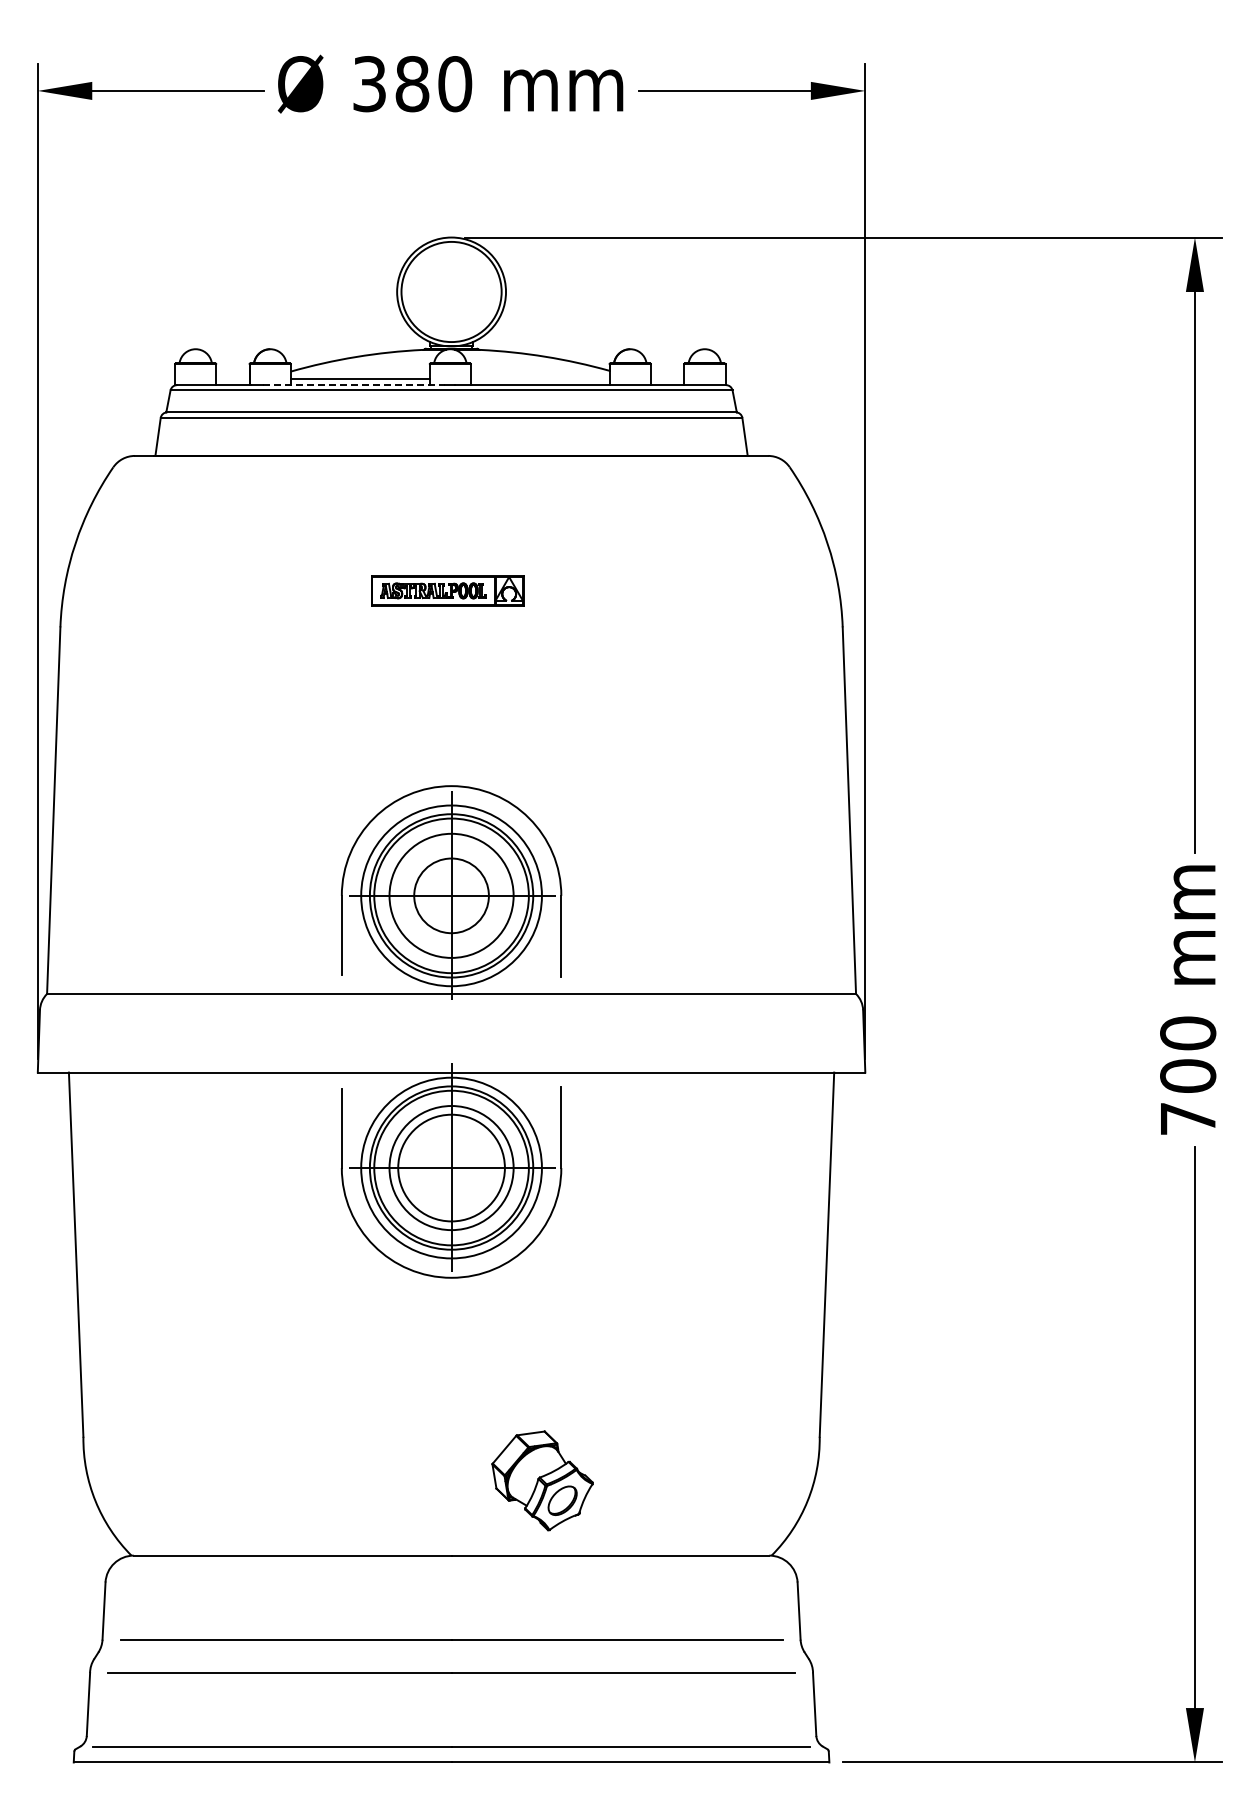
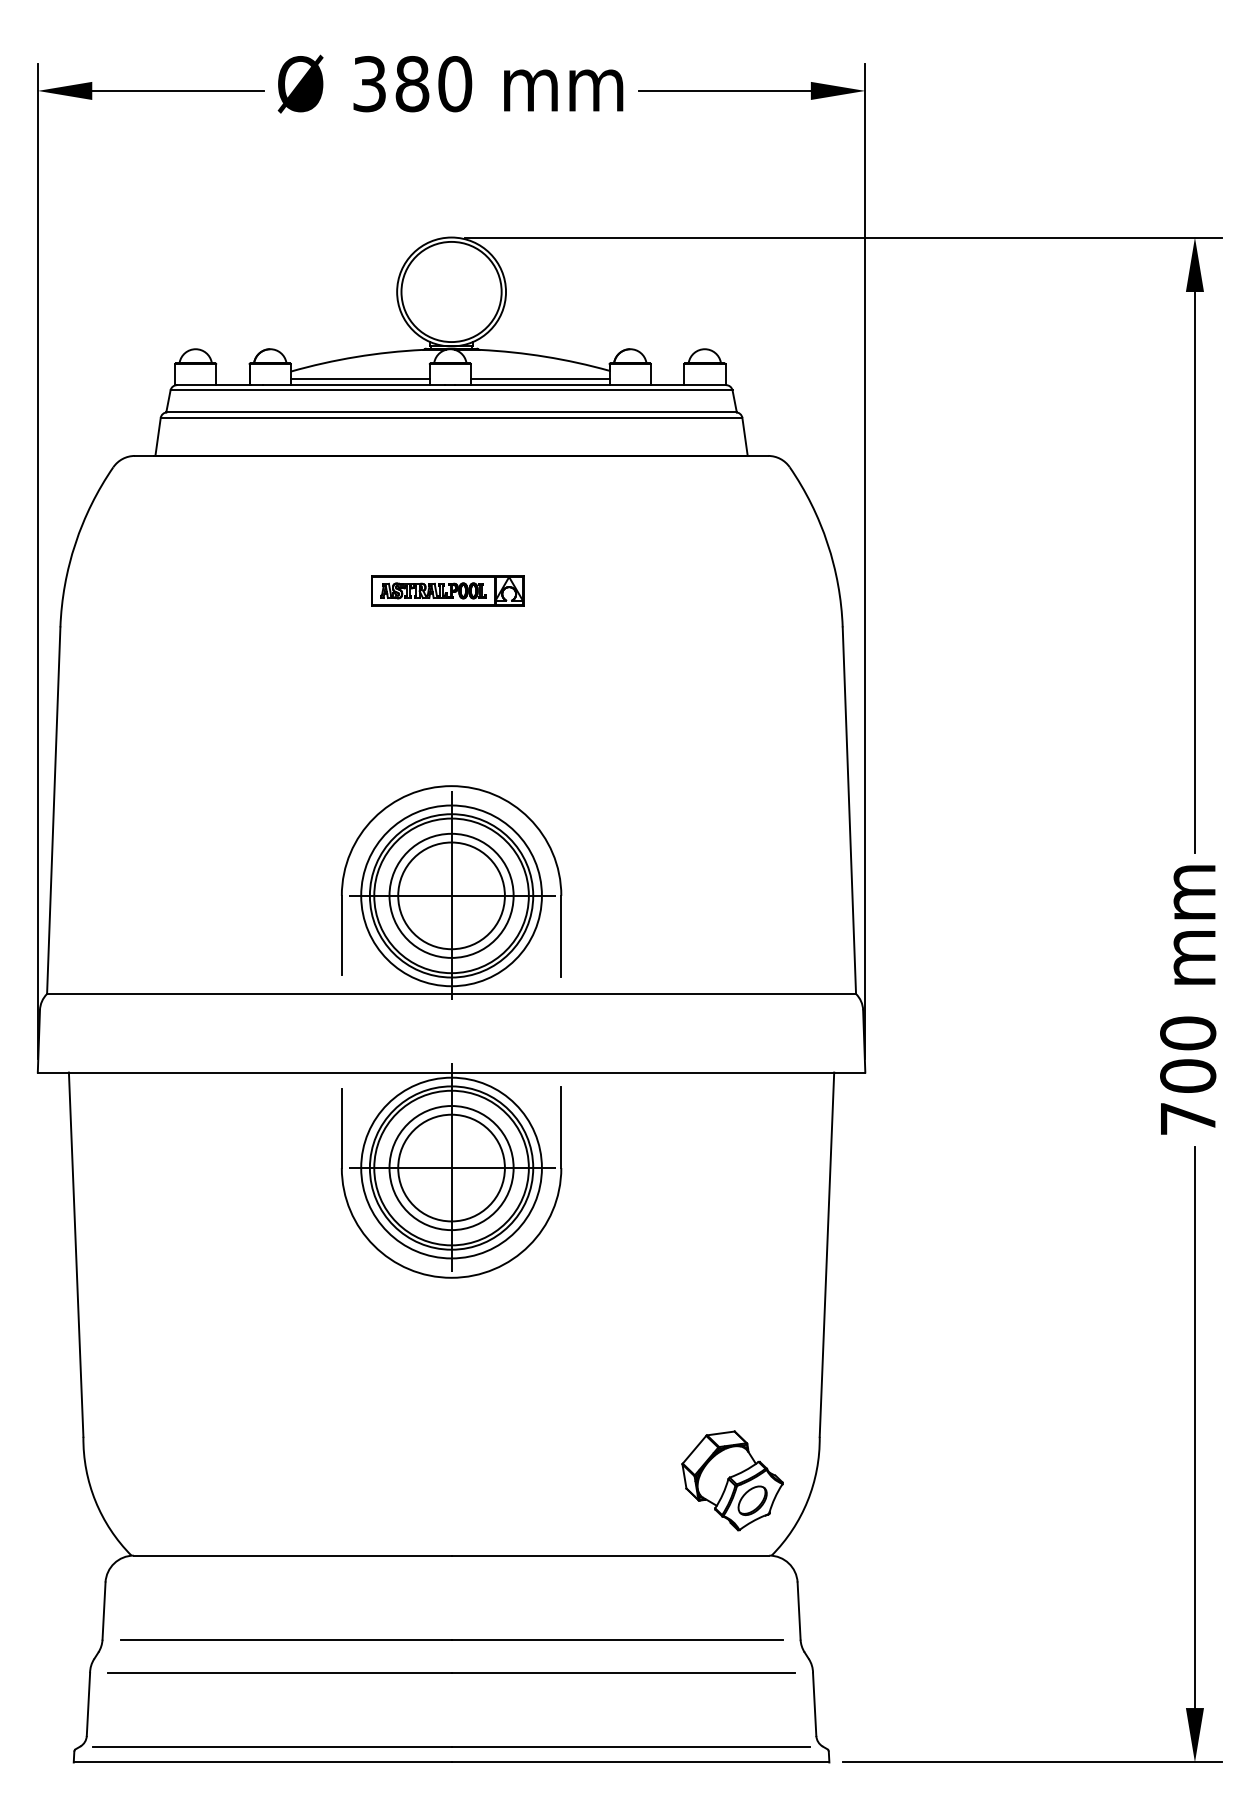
line at (540, 379): none -> present
line at (354, 385): dashed -> solid
circle at (451, 895) diameter: 75 px -> 107 px
part at (542, 1480) position: (542, 1480) -> (732, 1480)
